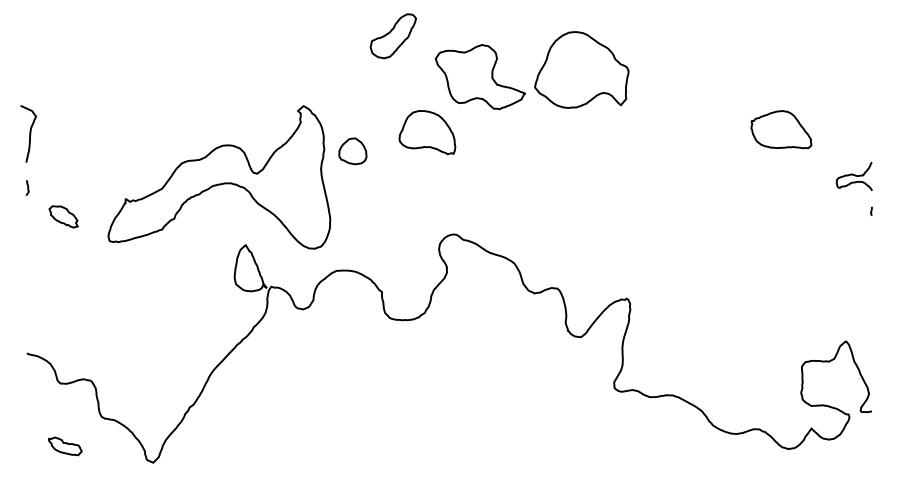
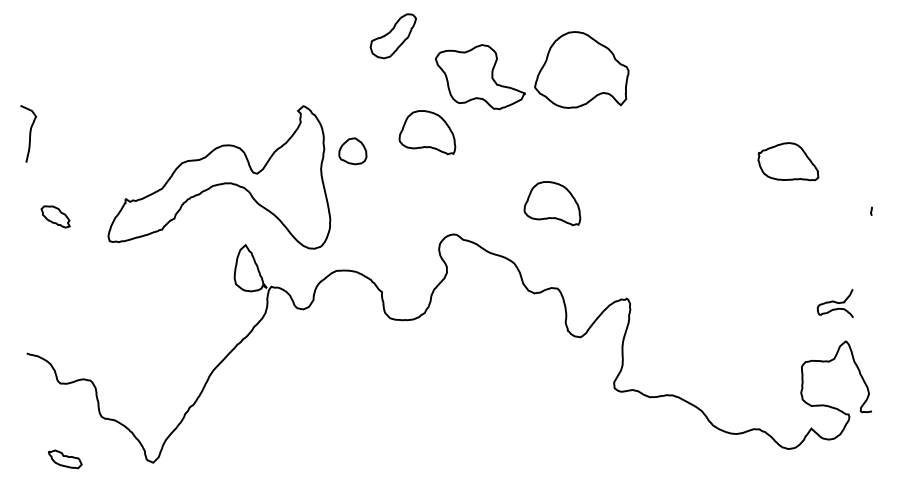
part at (781, 129) position: (781, 129) -> (788, 161)
curve at (853, 175) position: (853, 175) -> (834, 302)
curve at (27, 187): present -> none
part at (552, 203): none -> present
part at (63, 216) position: (63, 216) -> (55, 216)
part at (65, 446) position: (65, 446) -> (65, 459)
